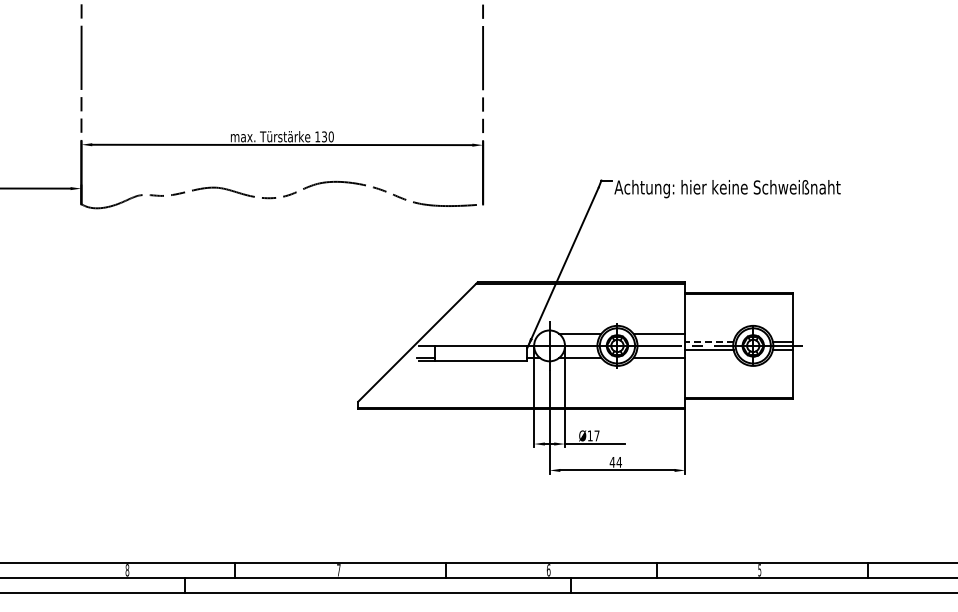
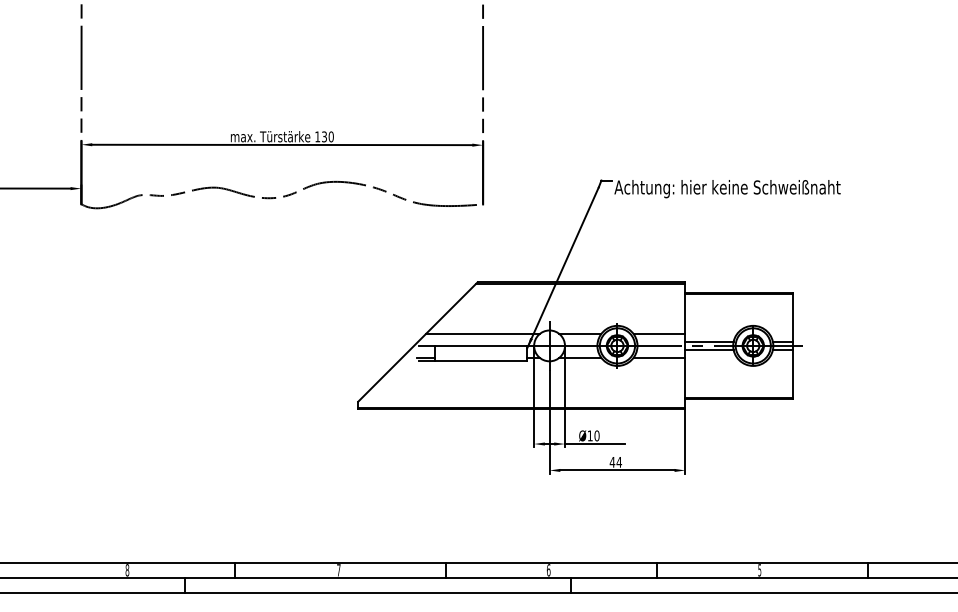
line at (482, 333): none -> present
line at (709, 341): dashed -> solid
text at (596, 435): Ø17 -> Ø10
